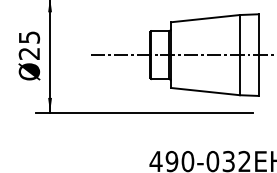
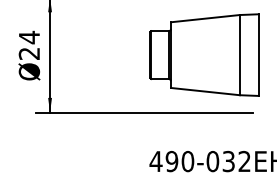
text at (29, 37): Ø25 -> Ø24
line at (181, 55): present -> none
